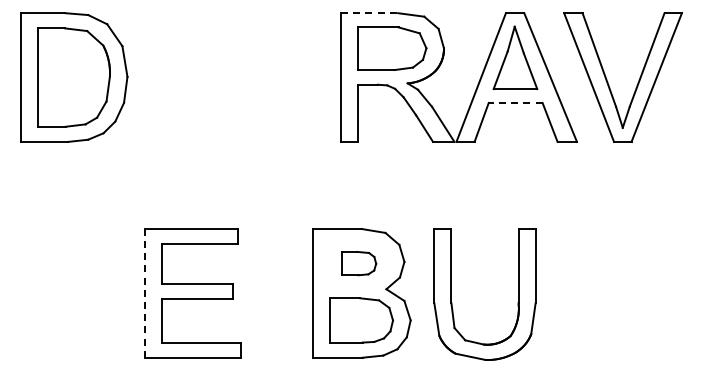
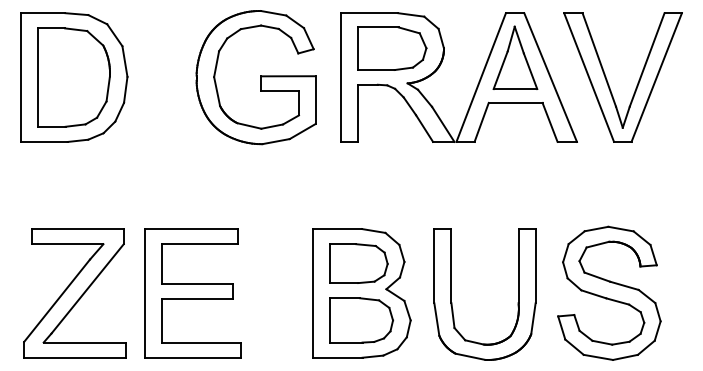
line at (369, 13): dashed -> solid
part at (255, 77): none -> present
line at (515, 102): dashed -> solid
part at (359, 263) size: 37x26 px -> 60x41 px
line at (144, 292): dashed -> solid
part at (609, 292): none -> present
part at (74, 293): none -> present
